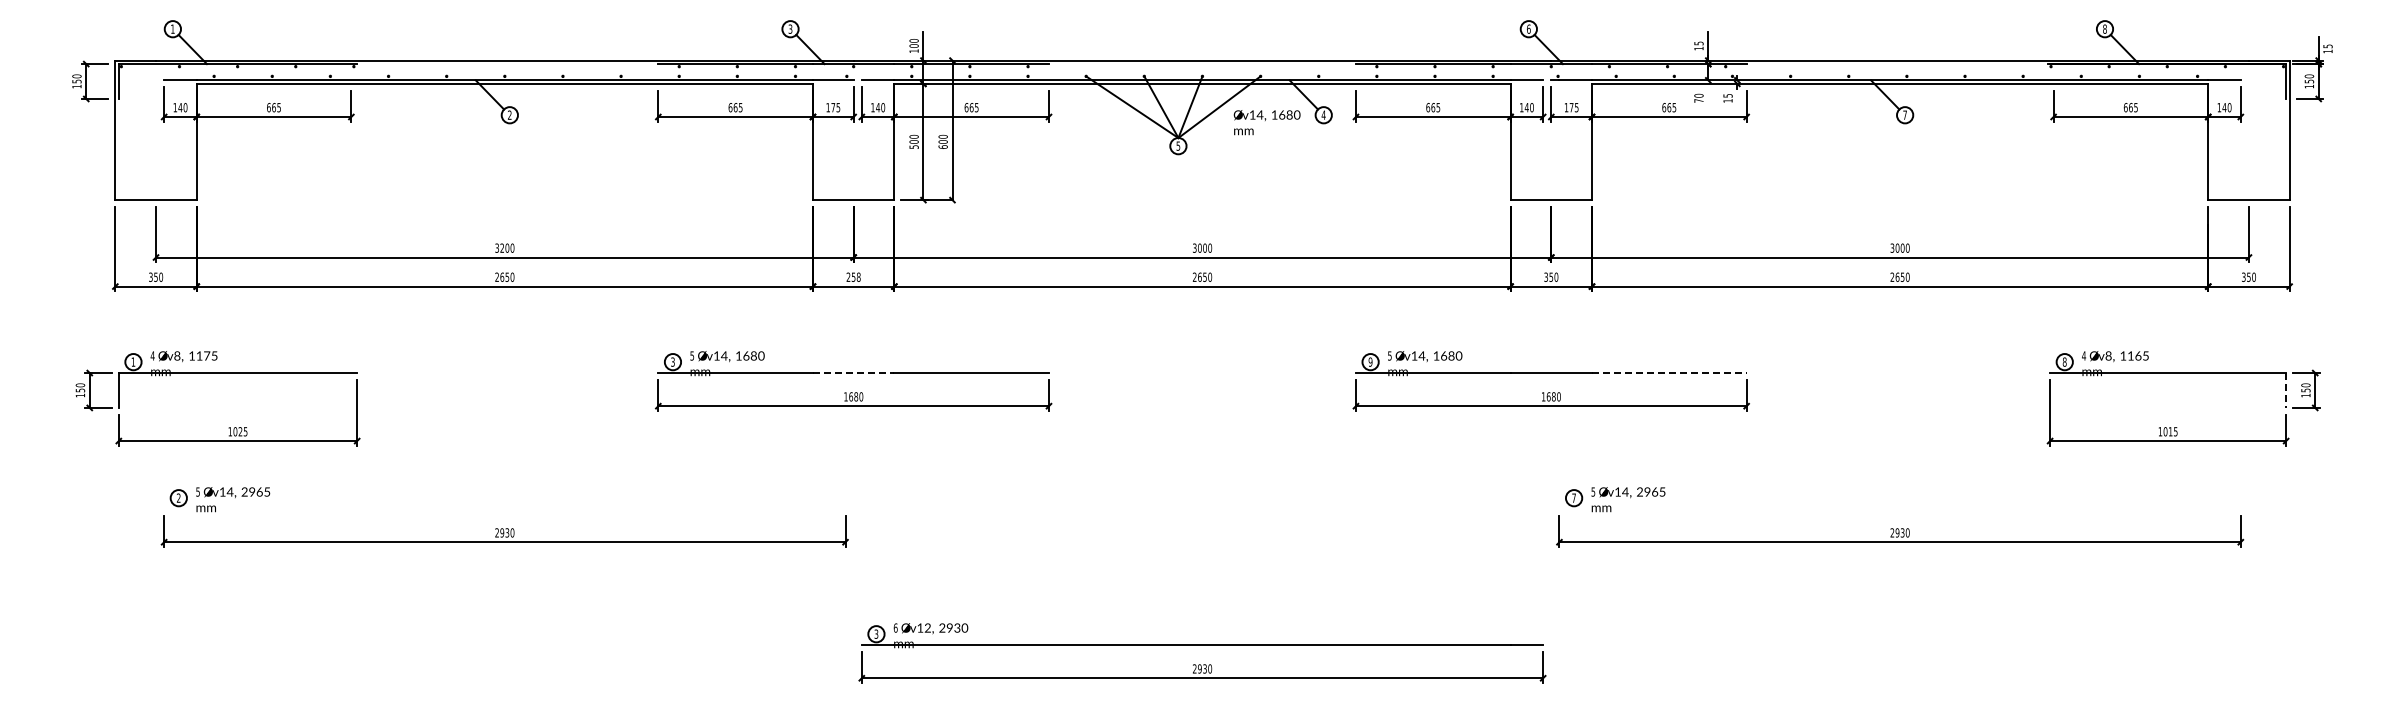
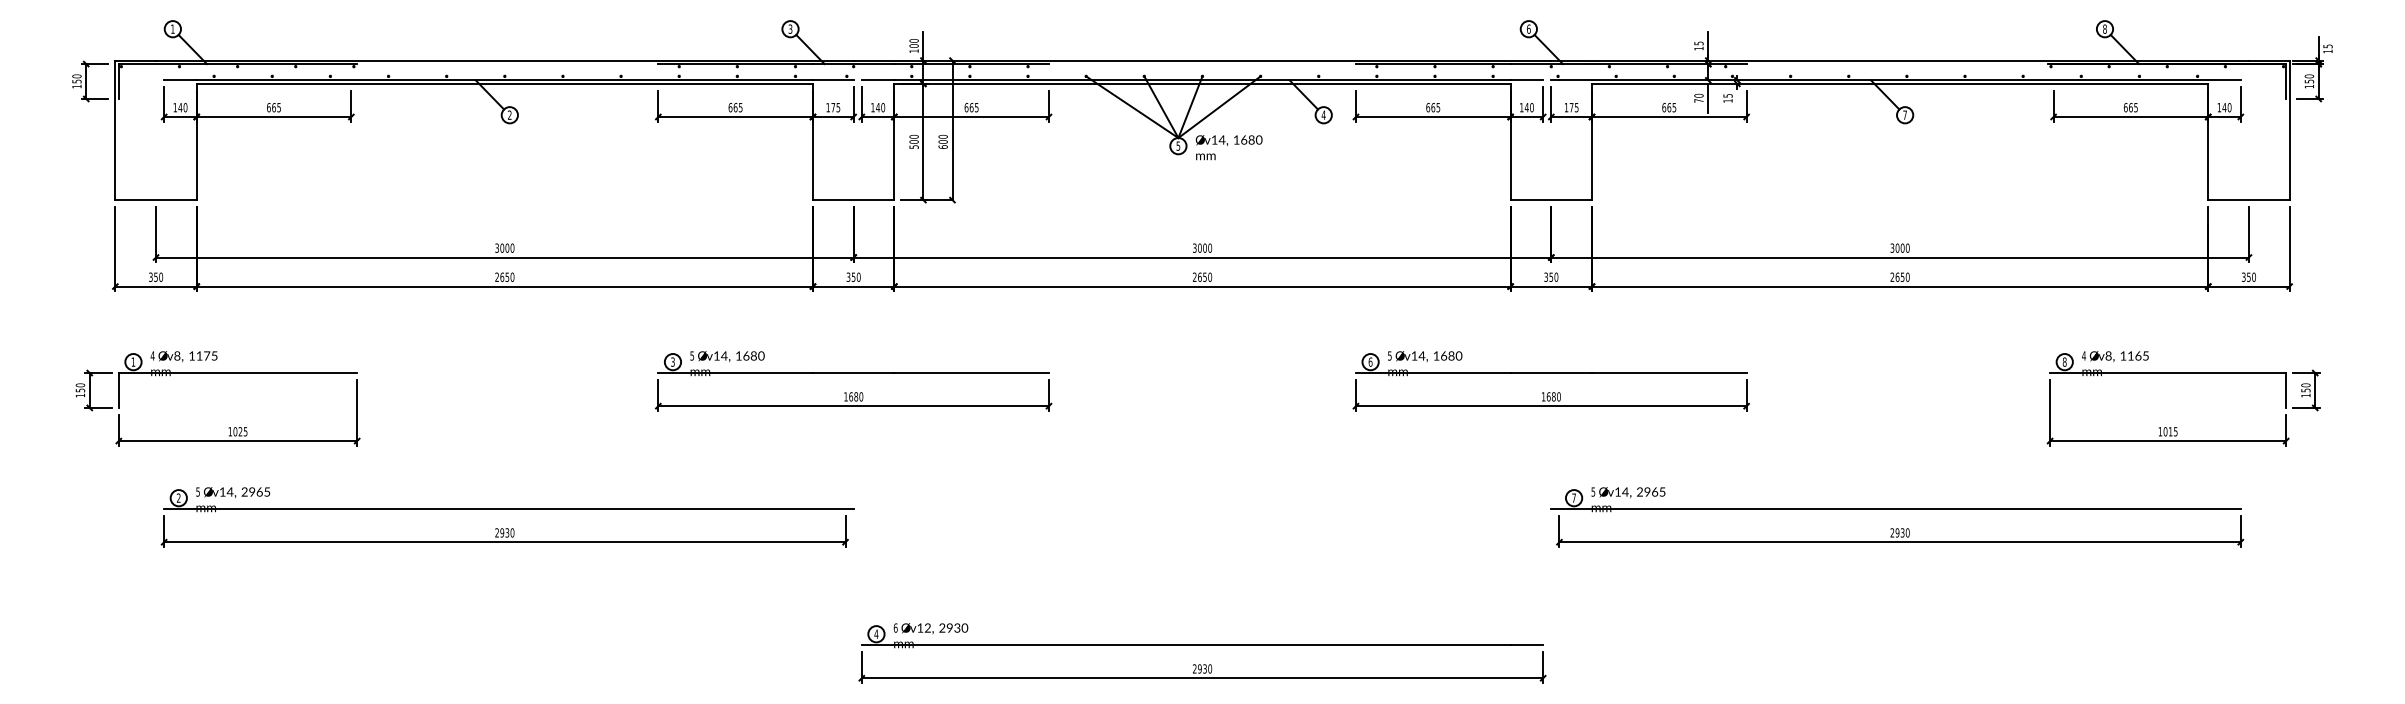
line at (1708, 97): none -> present
text at (1266, 122) position: (1266, 122) -> (1228, 147)
text at (502, 247): 3200 -> 3000
text at (853, 277): 258 -> 350
text at (1370, 361): 9 -> 6
line at (853, 373): dashed -> solid
line at (1669, 373): dashed -> solid
line at (2286, 390): dashed -> solid
line at (508, 509): none -> present
line at (1895, 509): none -> present
text at (876, 633): 3 -> 4
